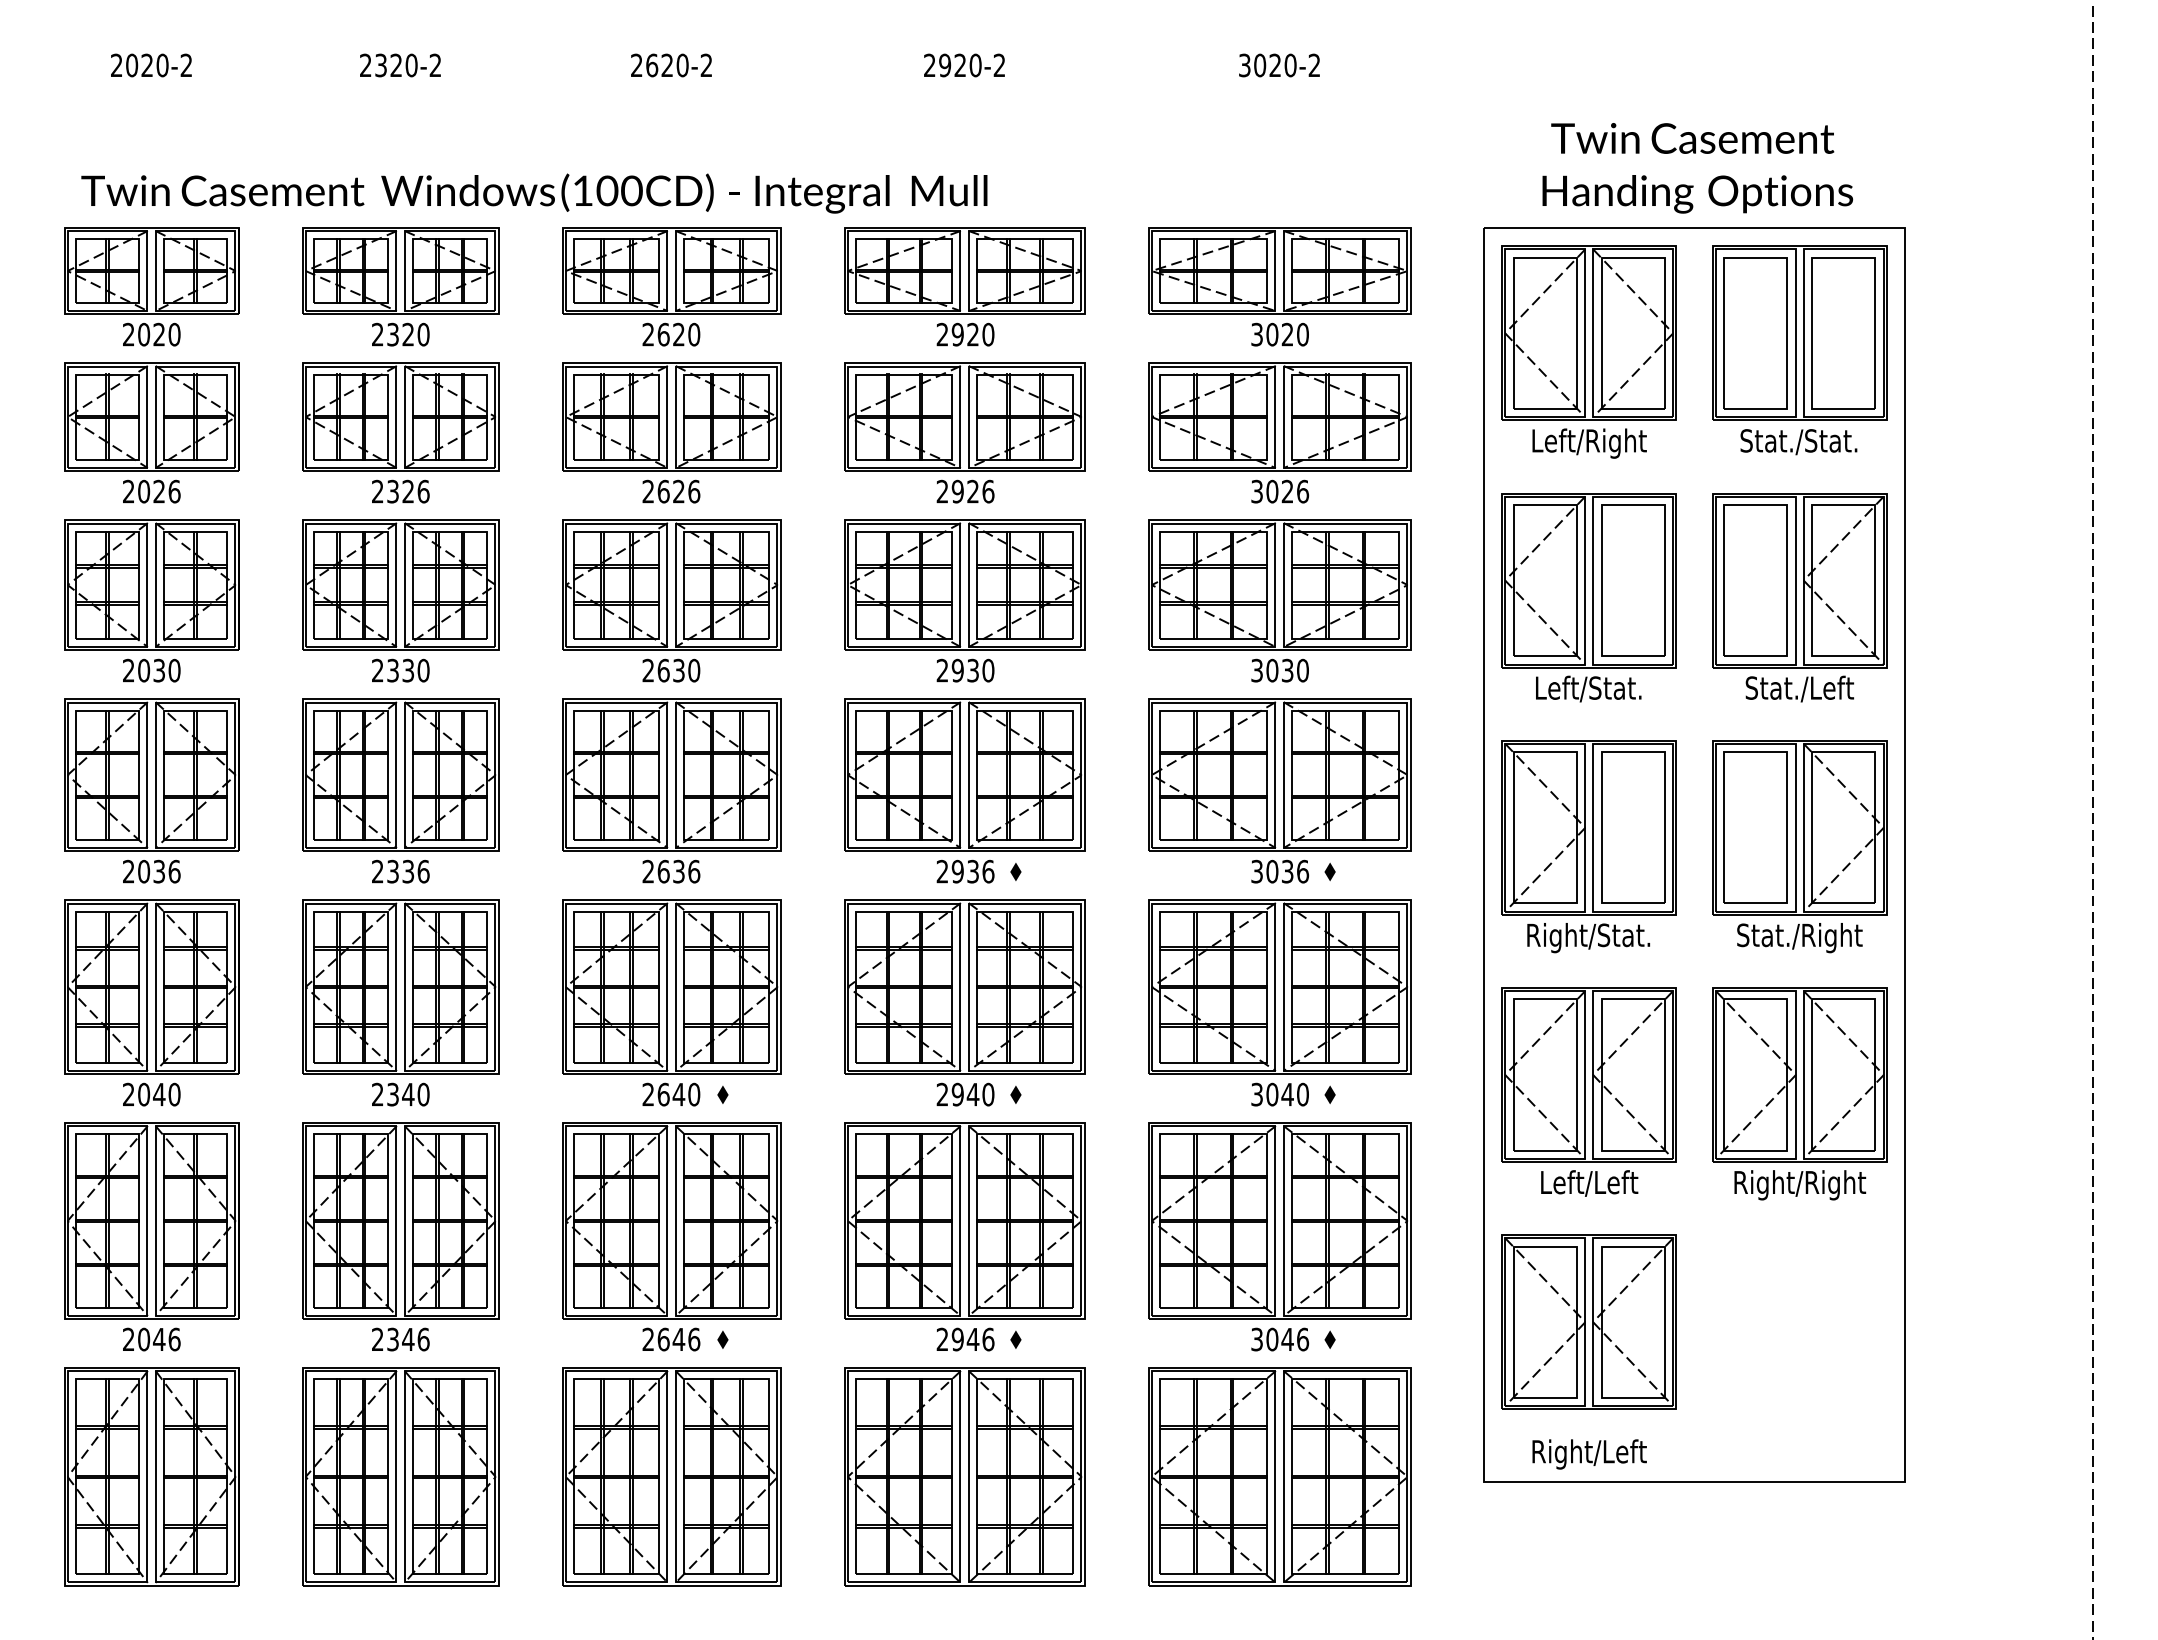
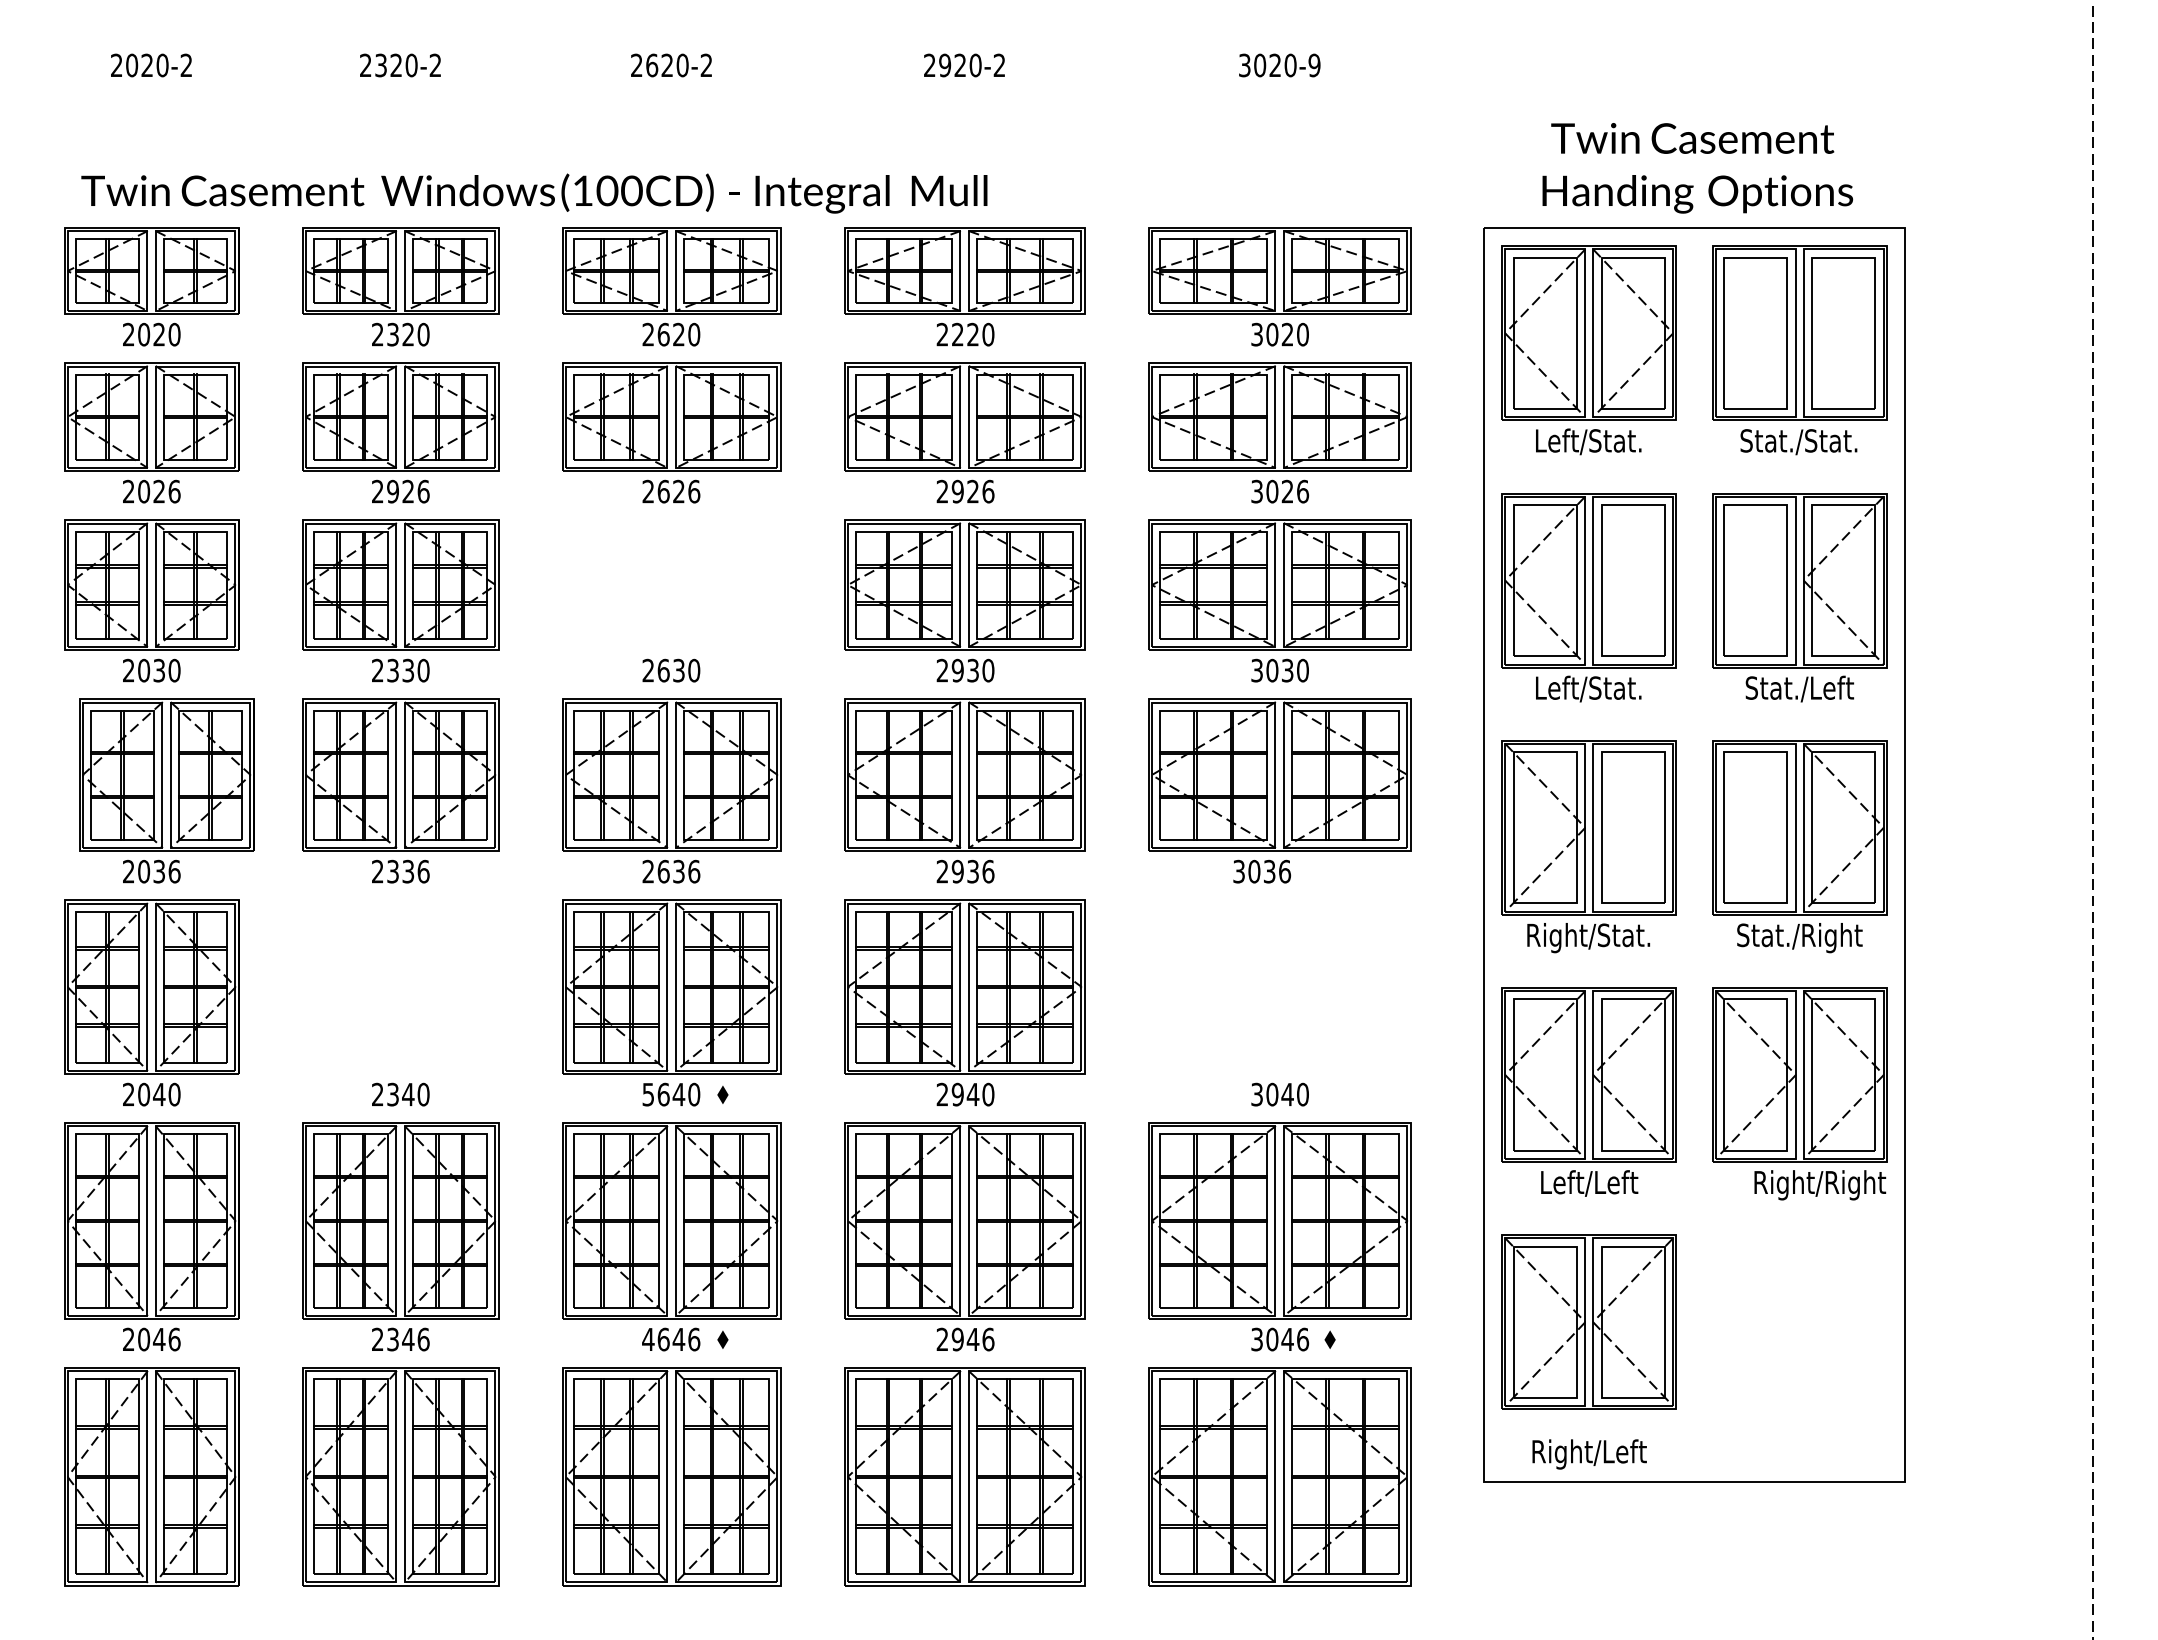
text at (1314, 65): 3020-2 -> 3020-9
text at (957, 334): 2920 -> 2220
text at (1589, 443): Left/Right -> Left/Stat.
text at (392, 491): 2326 -> 2926
part at (671, 584): present -> none
part at (151, 774) position: (151, 774) -> (166, 774)
fill at (1015, 871): present -> none
text at (1280, 871) position: (1280, 871) -> (1262, 871)
fill at (1329, 871): present -> none
part at (400, 986): present -> none
part at (1279, 986): present -> none
text at (647, 1094): 2640 -> 5640
fill at (1015, 1094): present -> none
fill at (1329, 1094): present -> none
text at (1800, 1185) position: (1800, 1185) -> (1820, 1185)
text at (648, 1338): 2646 -> 4646
fill at (1015, 1339): present -> none
